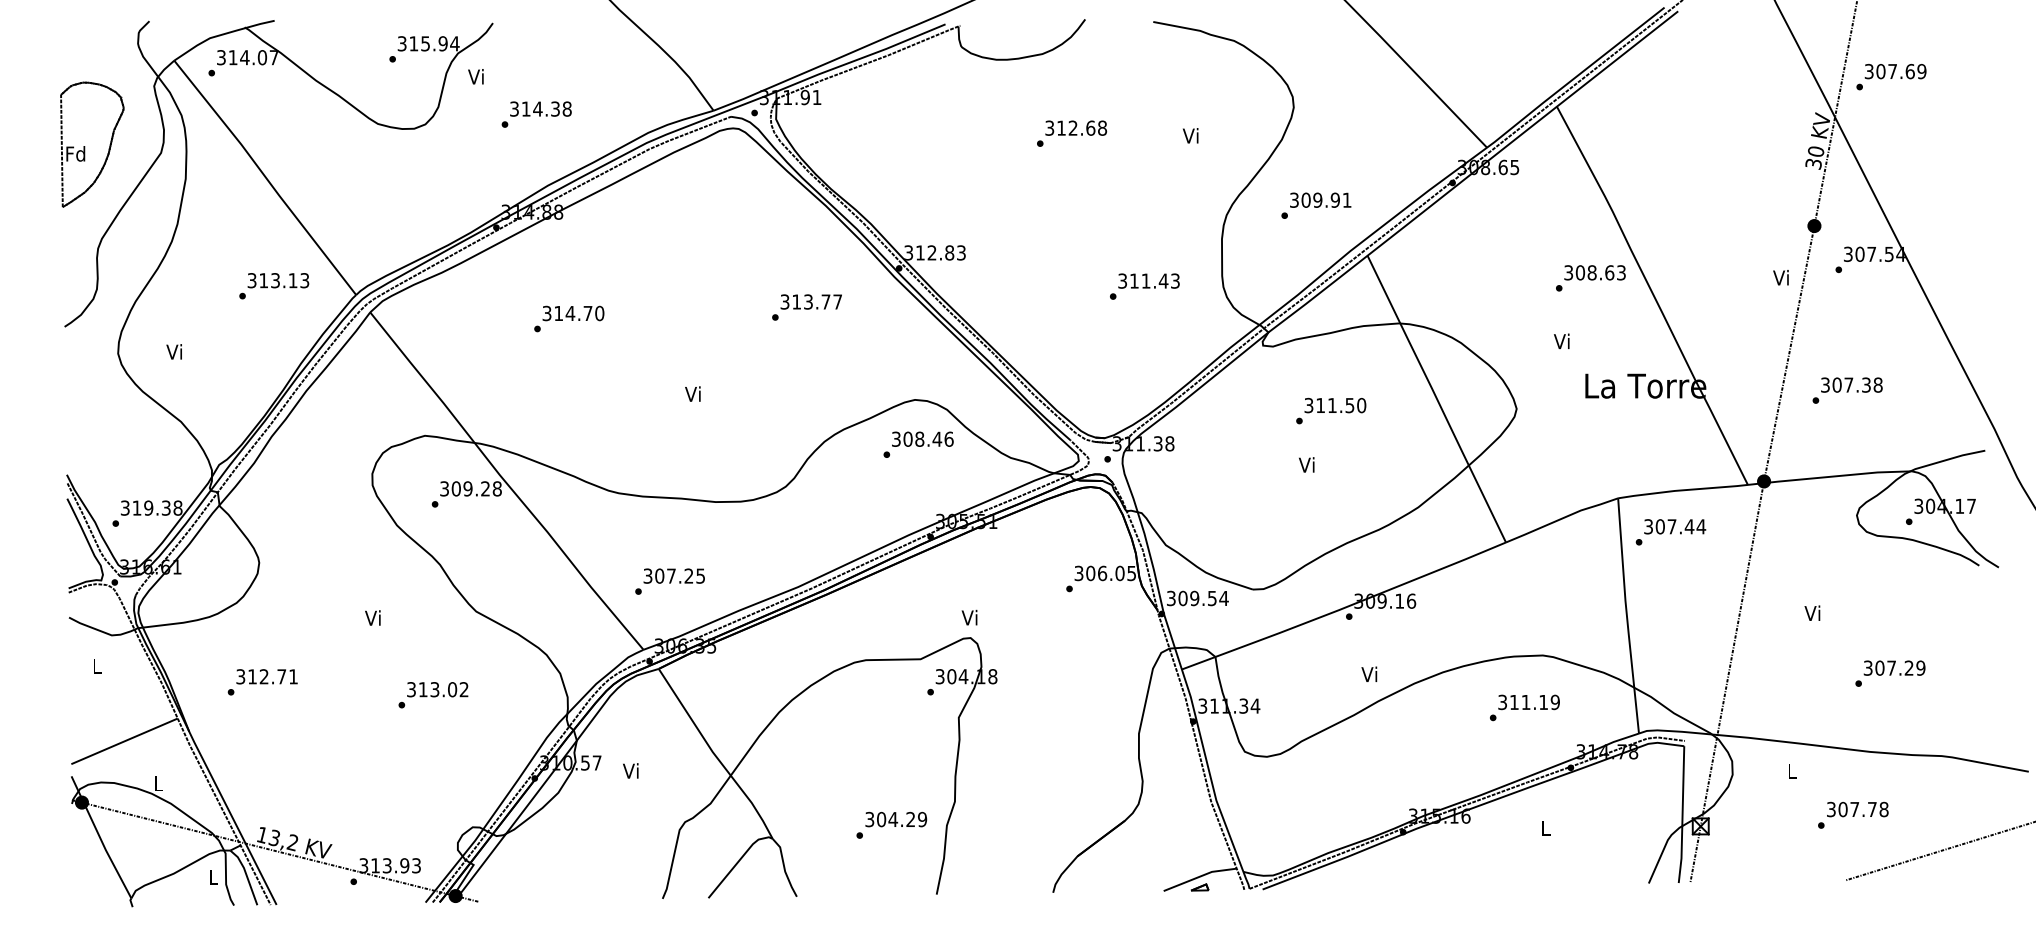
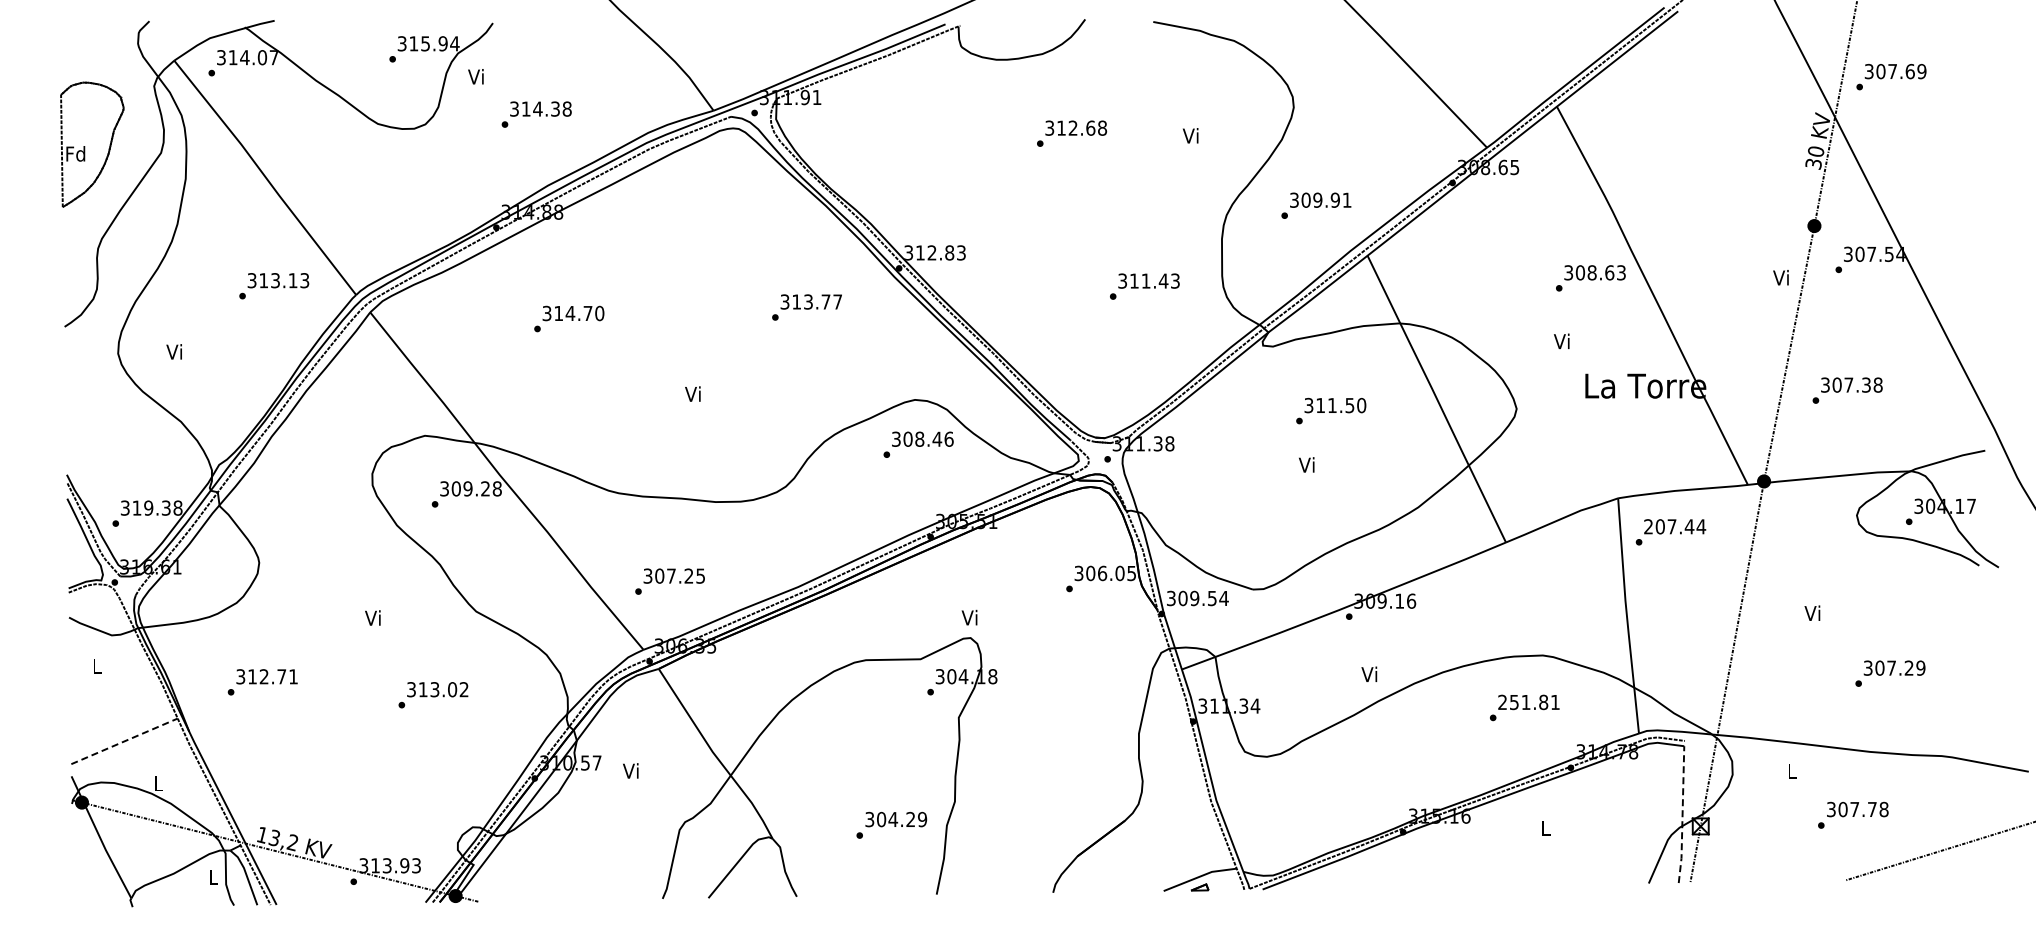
text at (1648, 526): 307.44 -> 207.44
text at (1528, 702): 311.19 -> 251.81
line at (124, 741): solid -> dashed
line at (1682, 814): solid -> dashed
